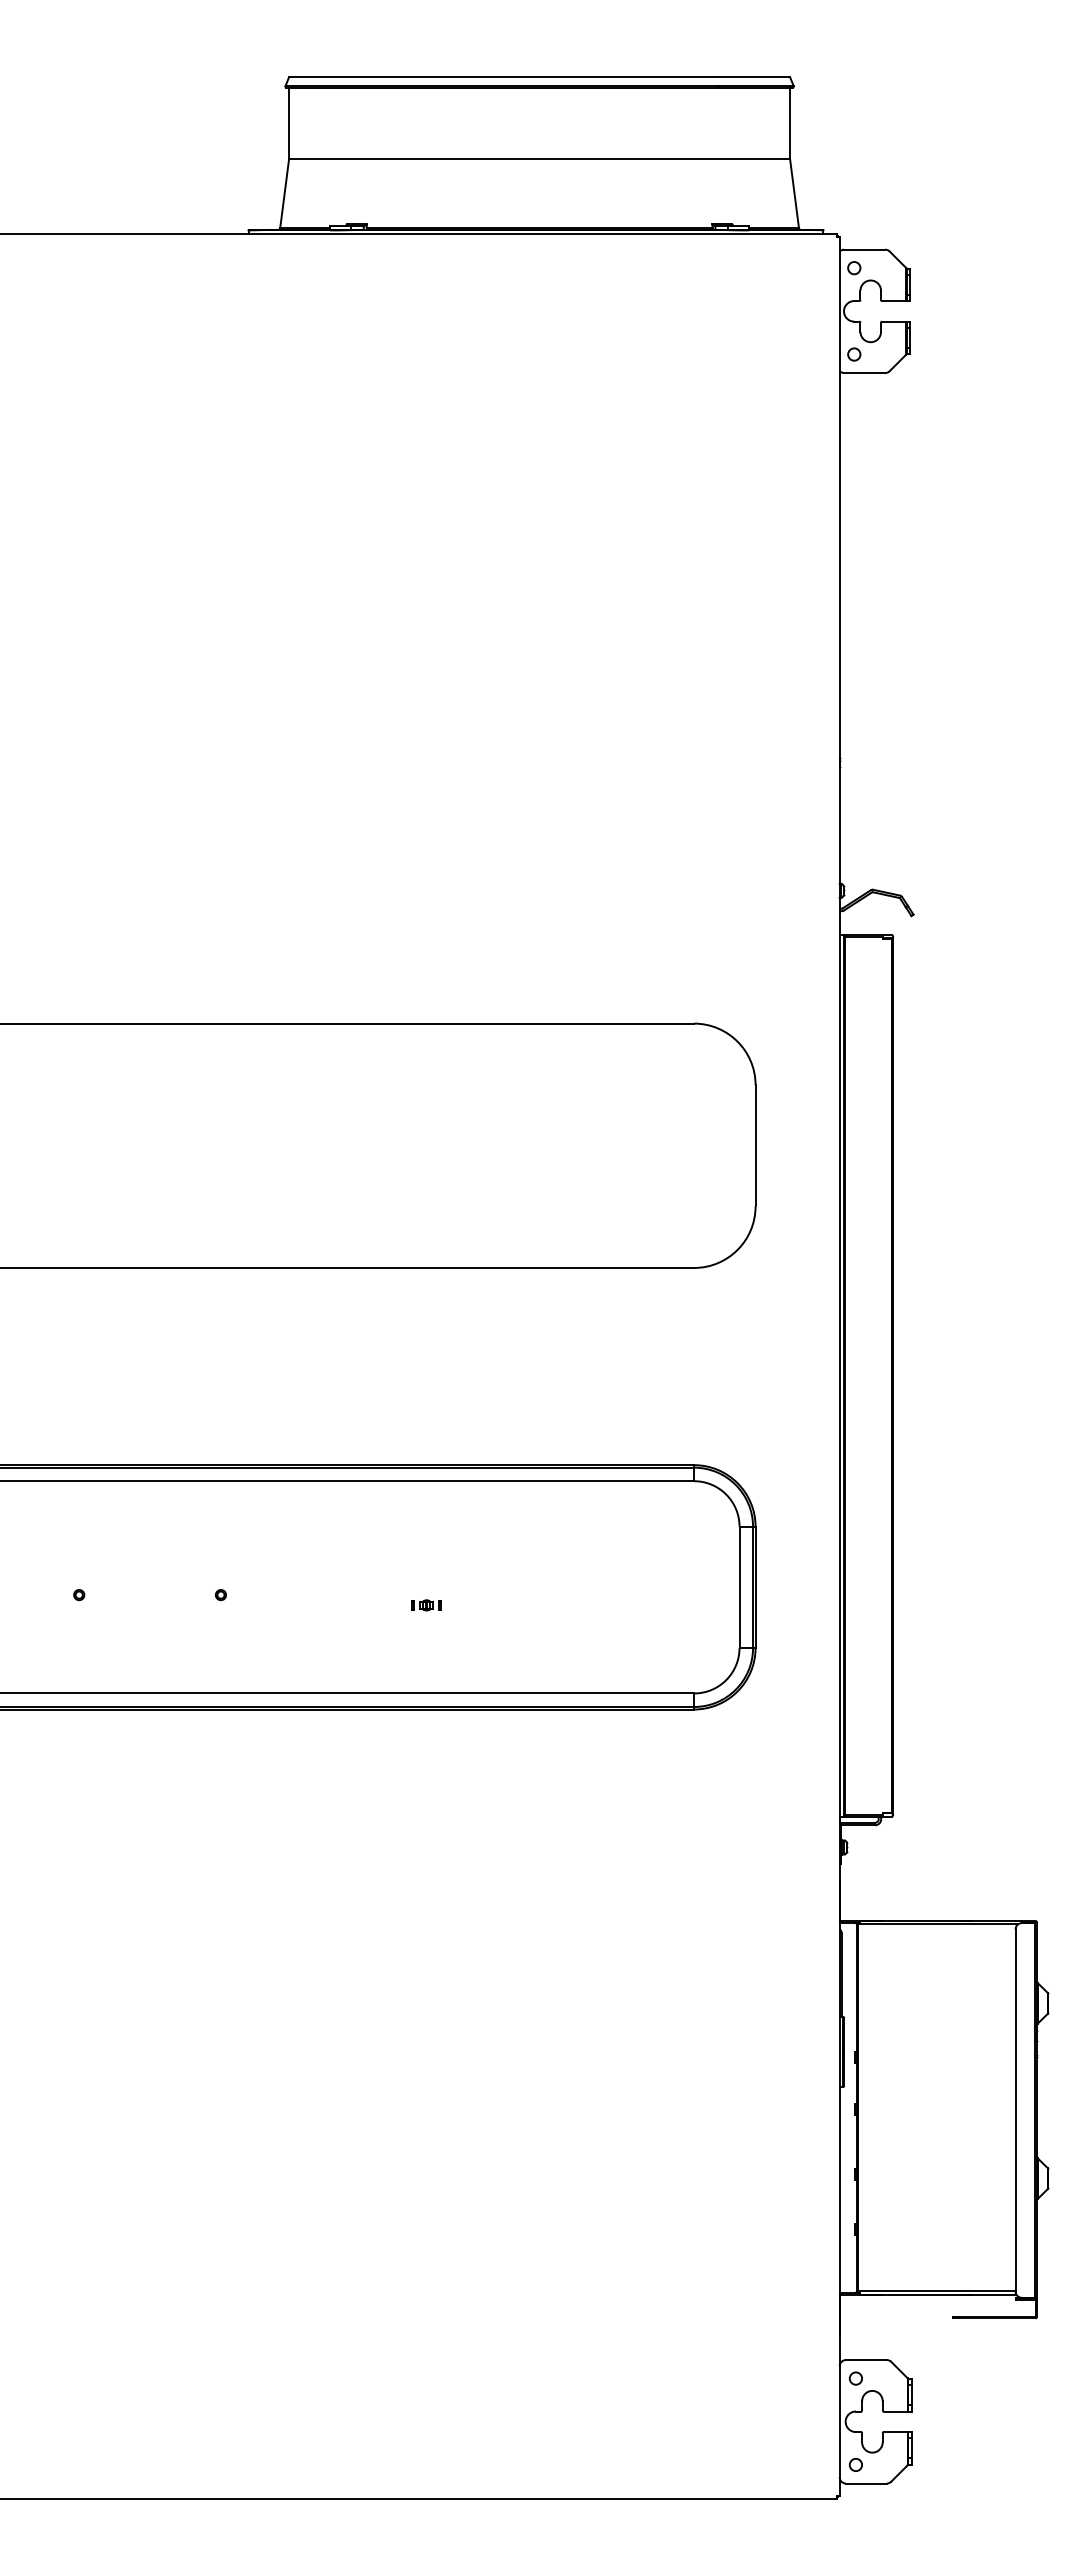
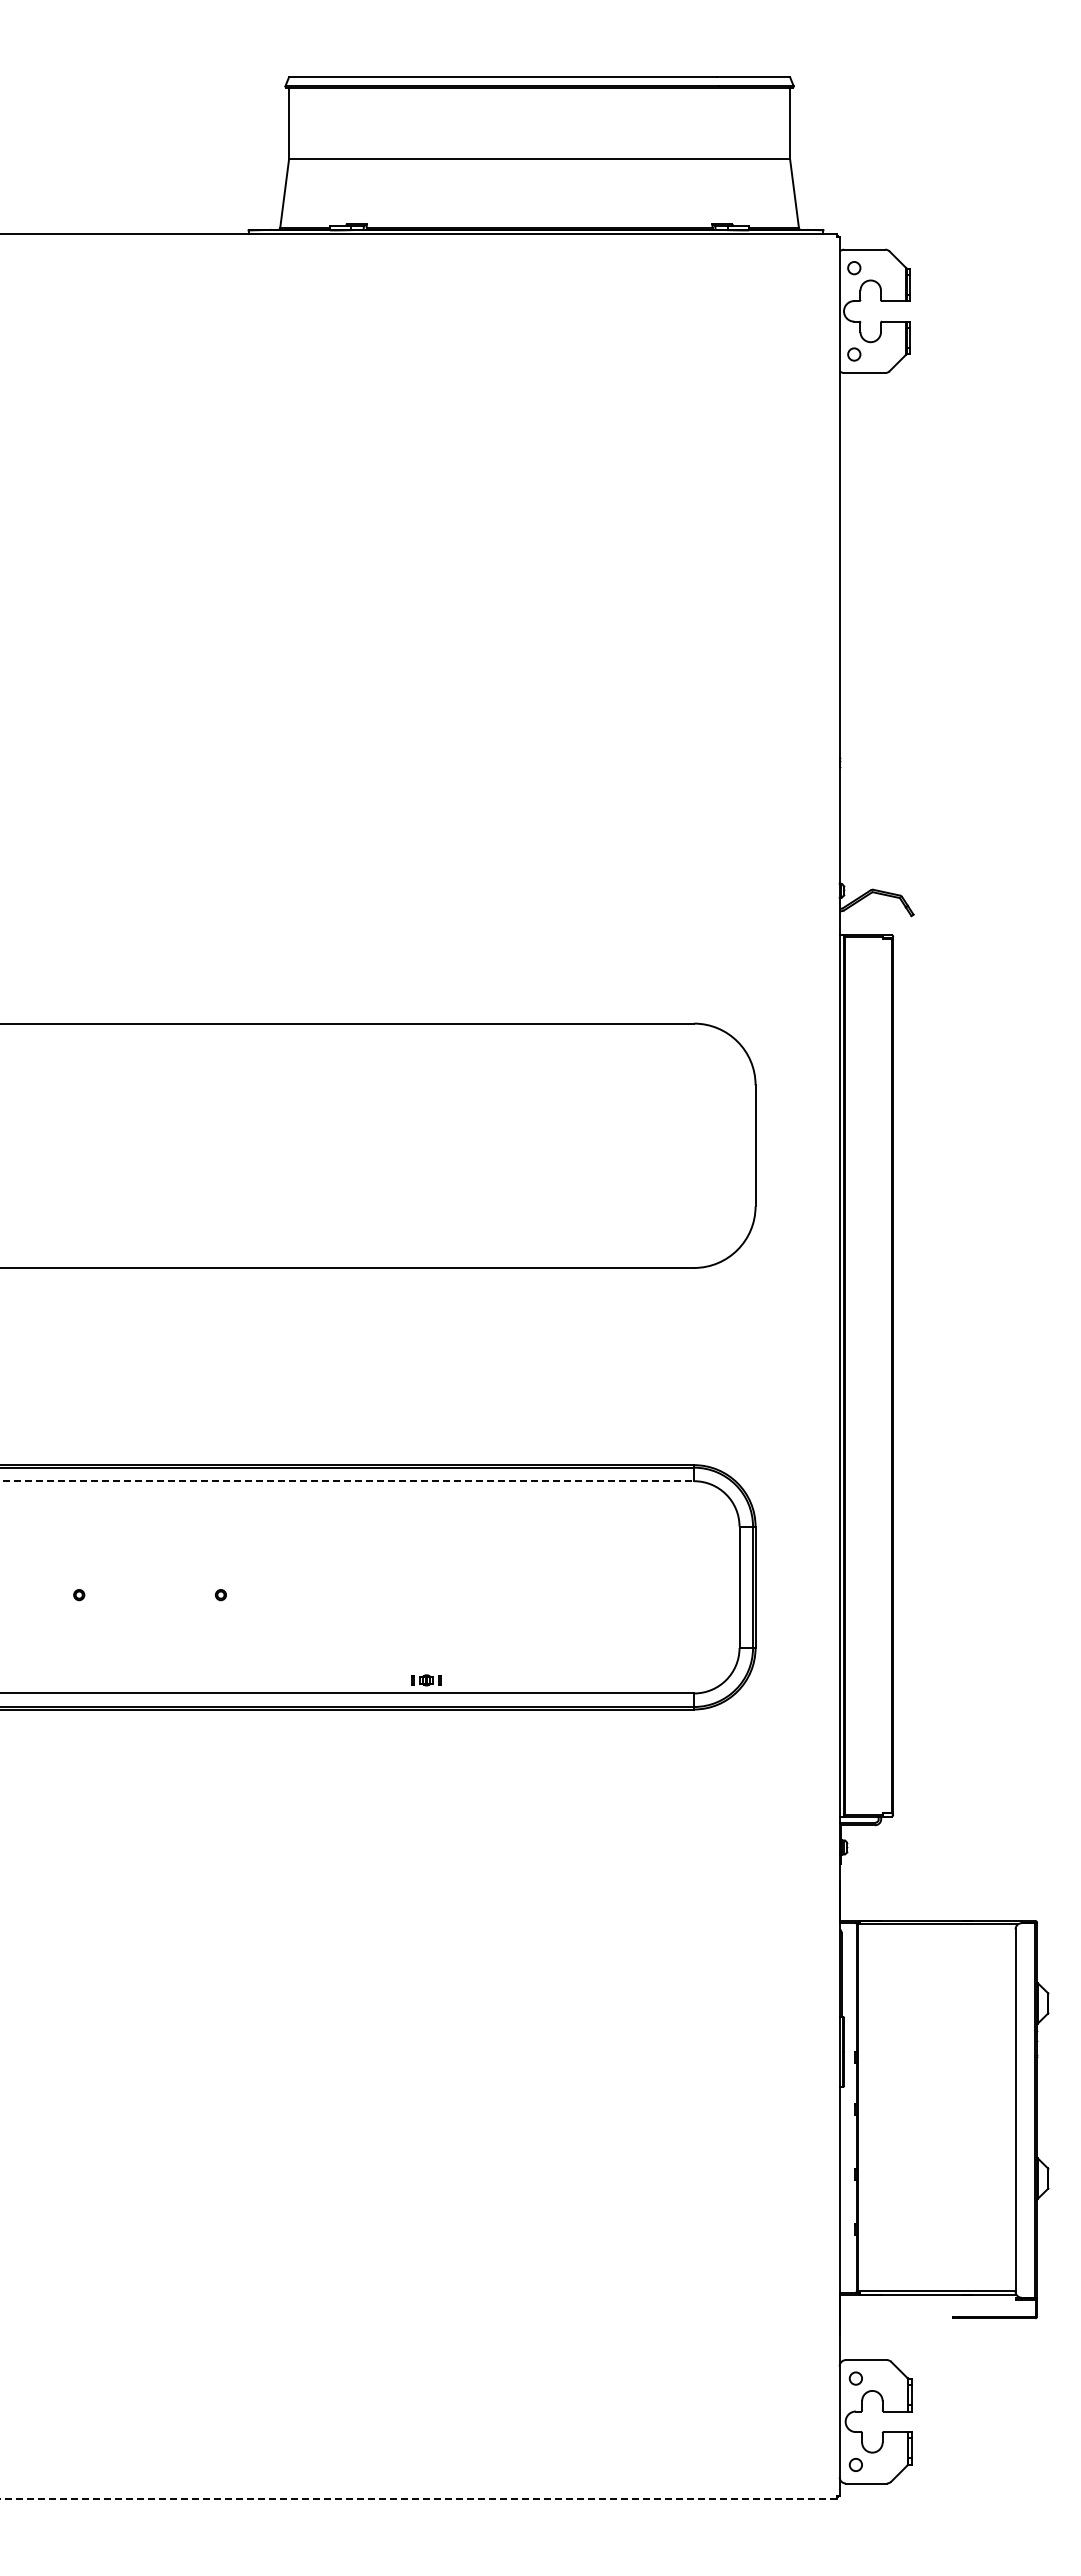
line at (347, 1481): solid -> dashed
part at (426, 1605) position: (426, 1605) -> (426, 1680)
line at (418, 2498): solid -> dashed
